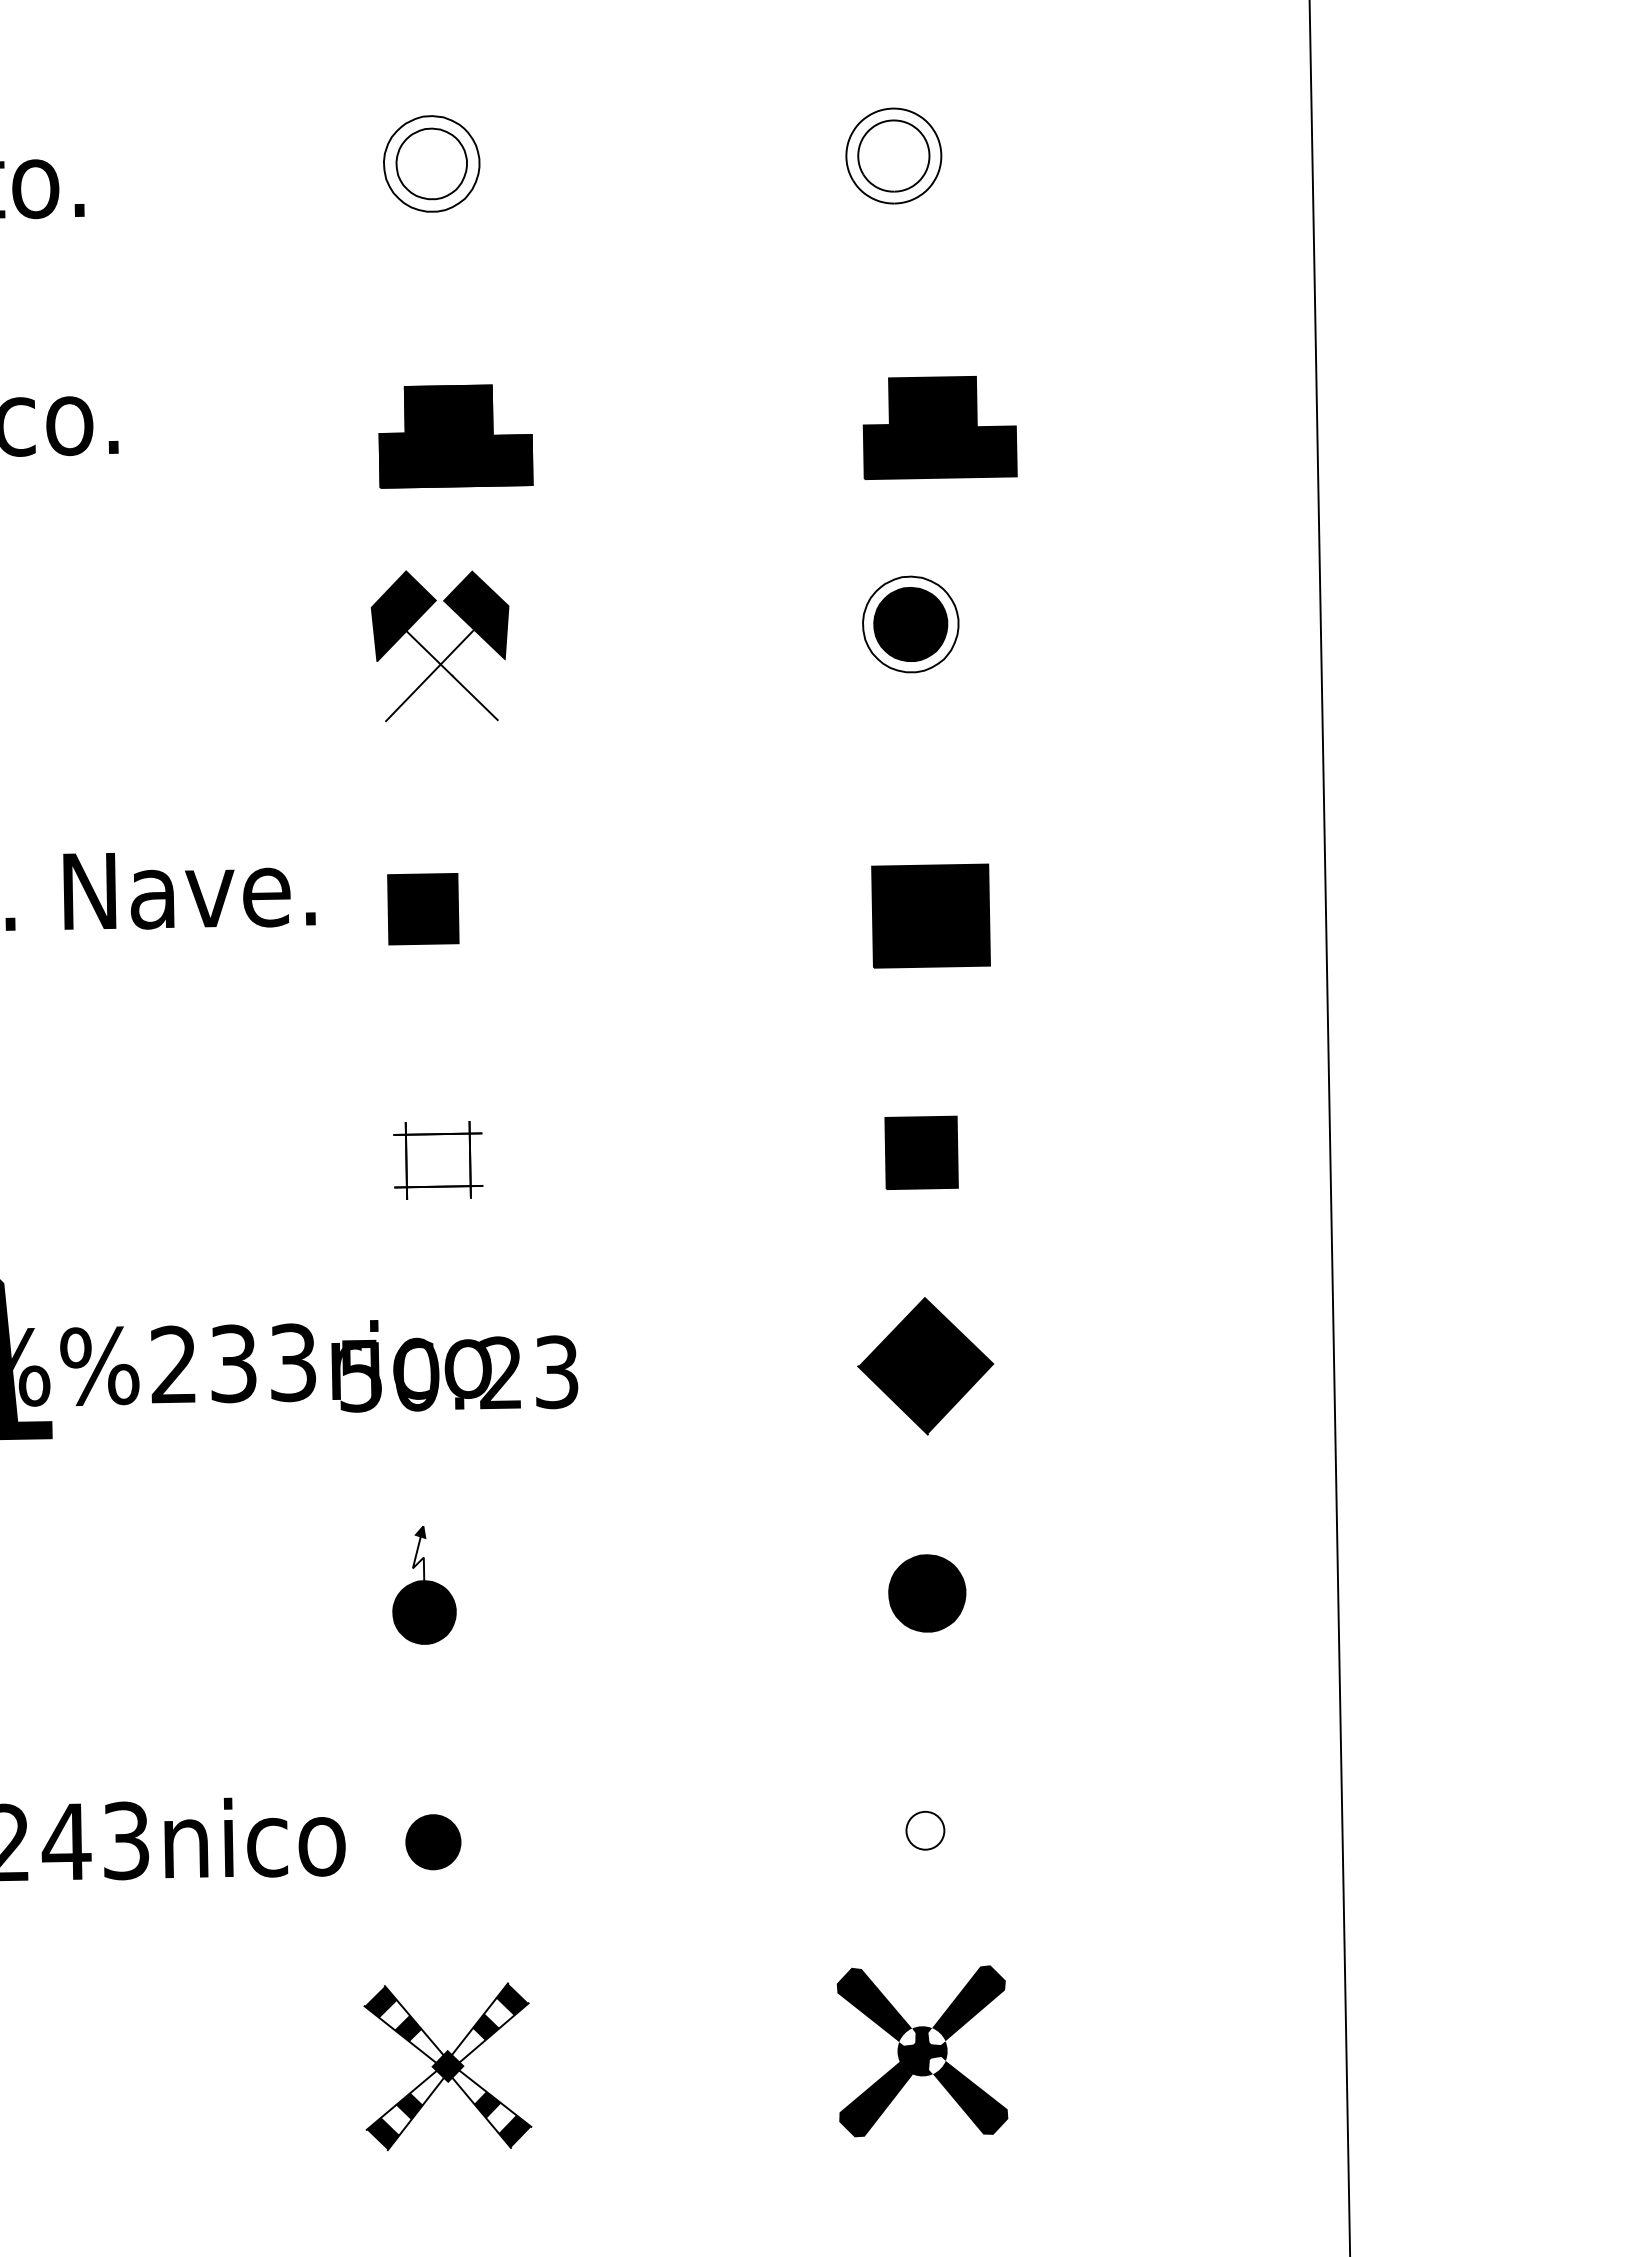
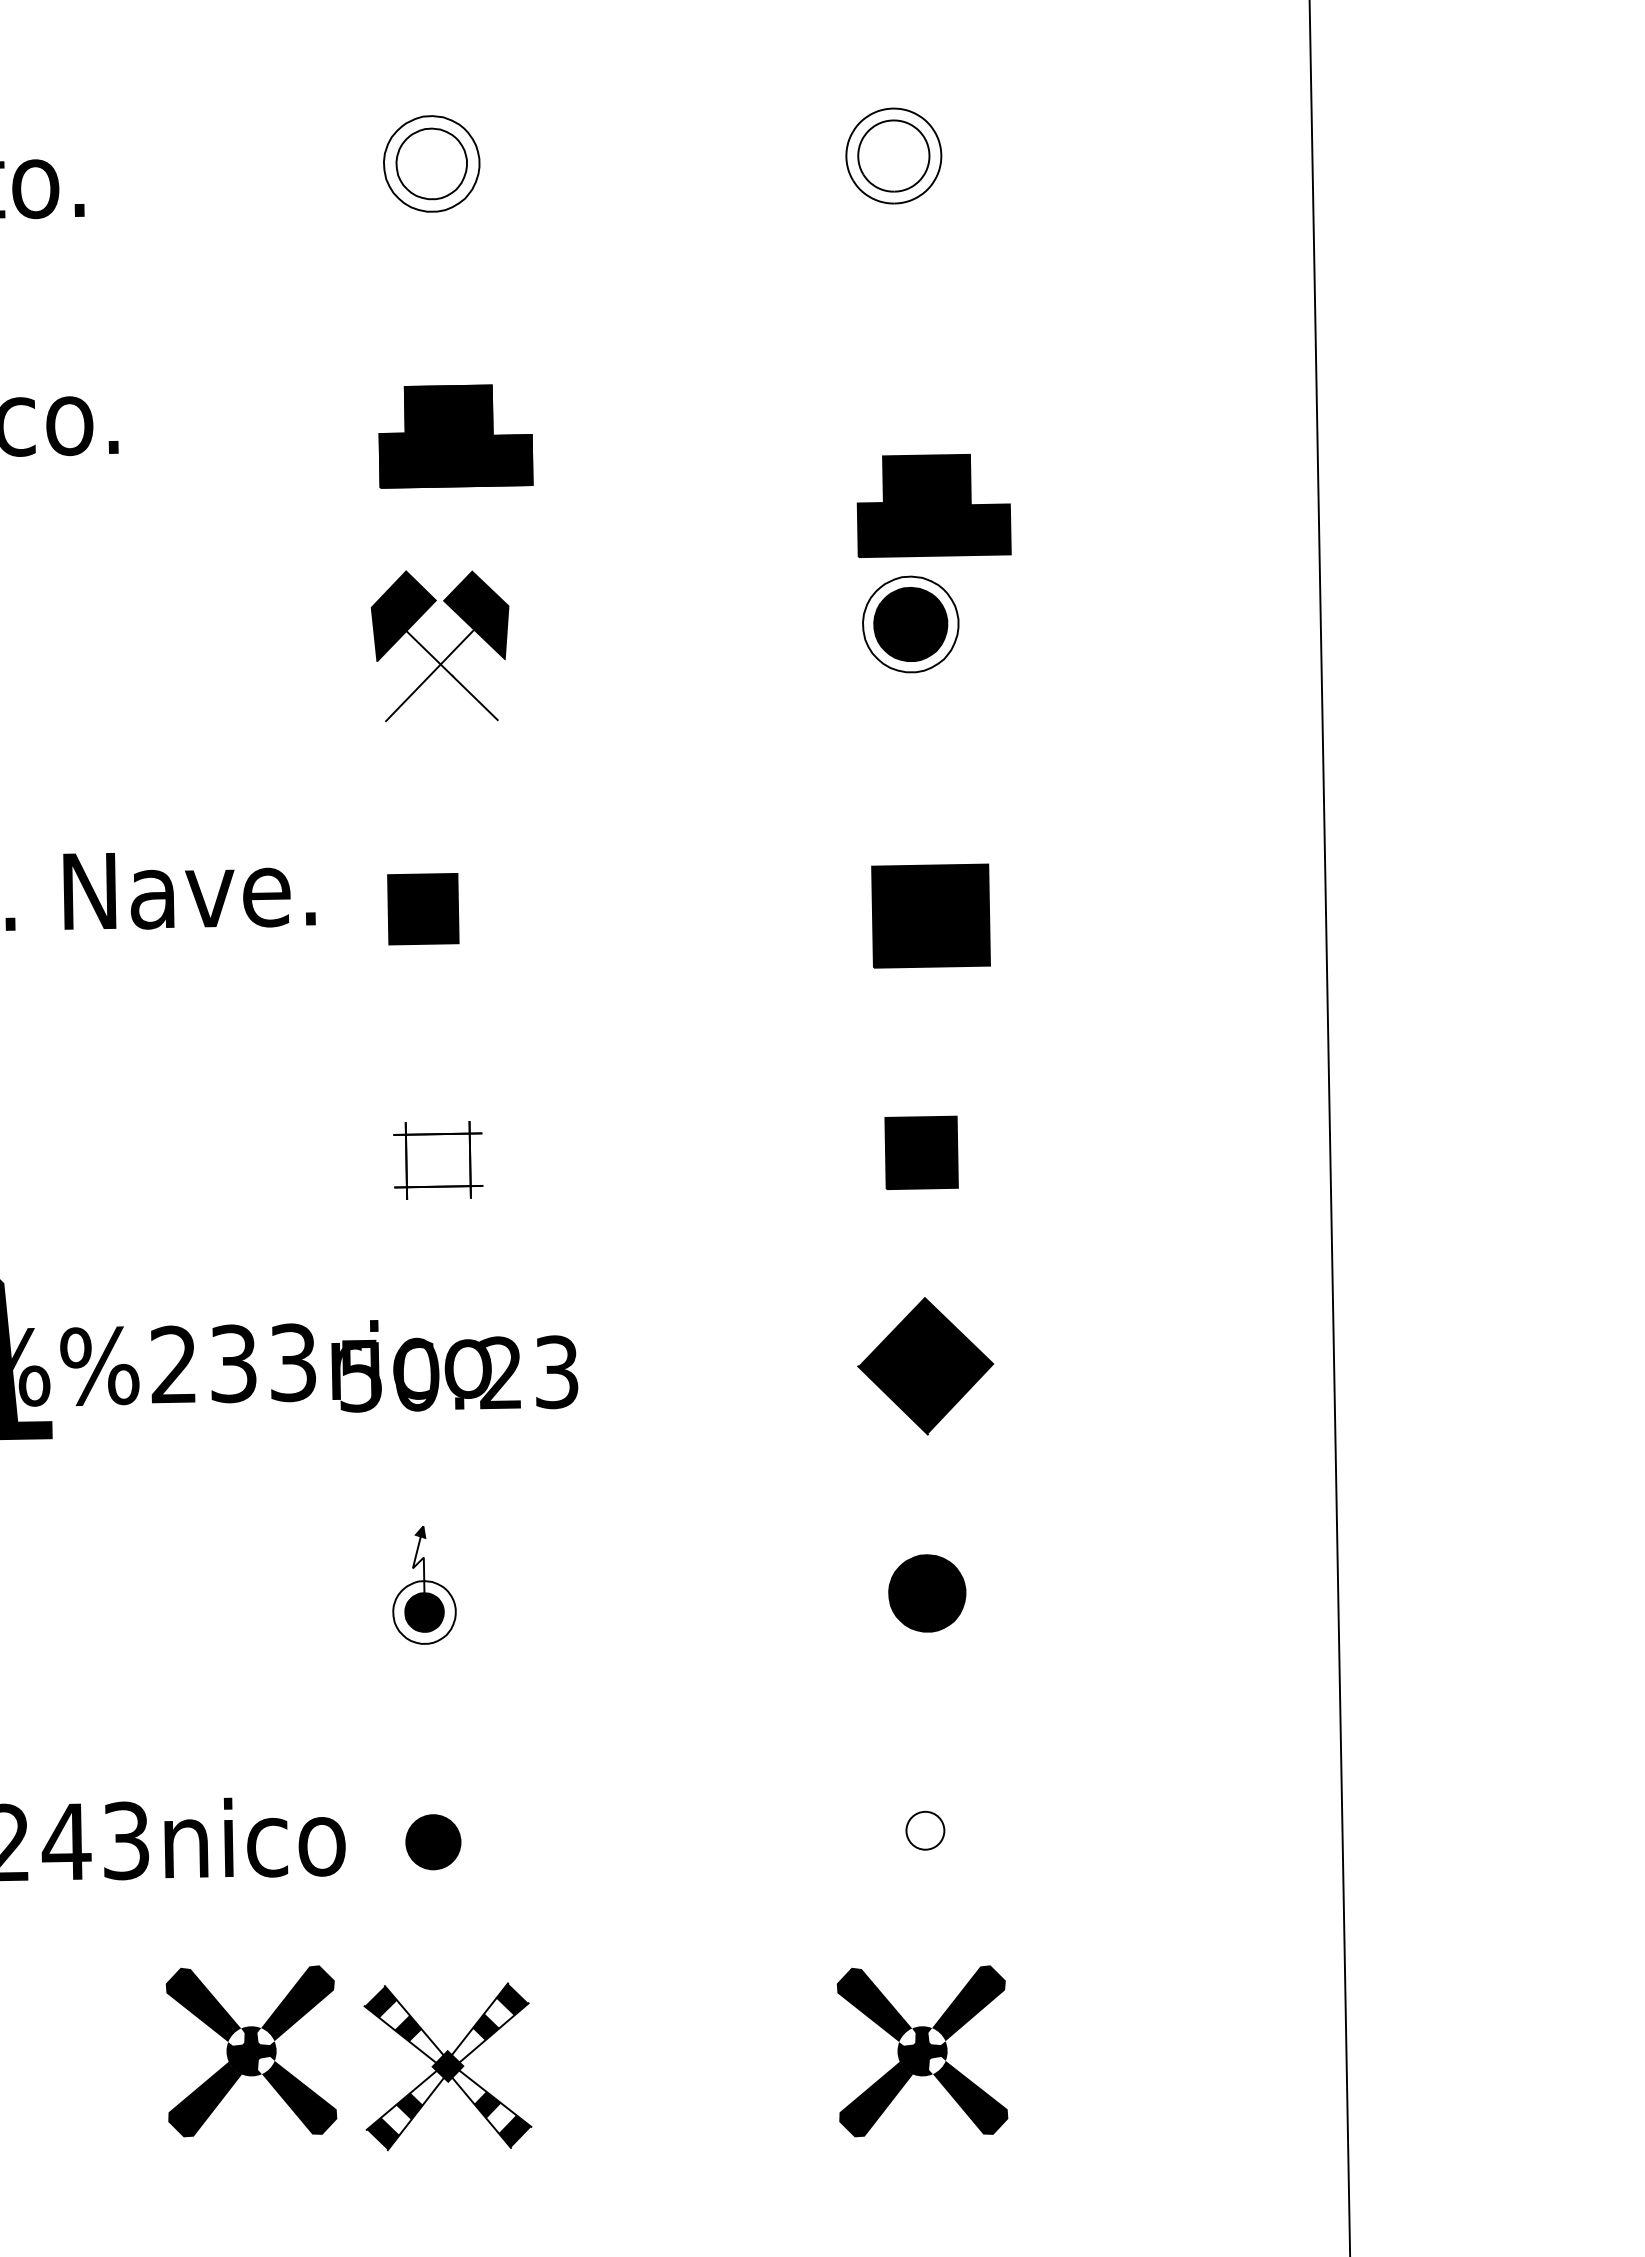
part at (939, 427) position: (939, 427) -> (933, 505)
fill at (424, 1612): present -> none
part at (251, 2051): none -> present
